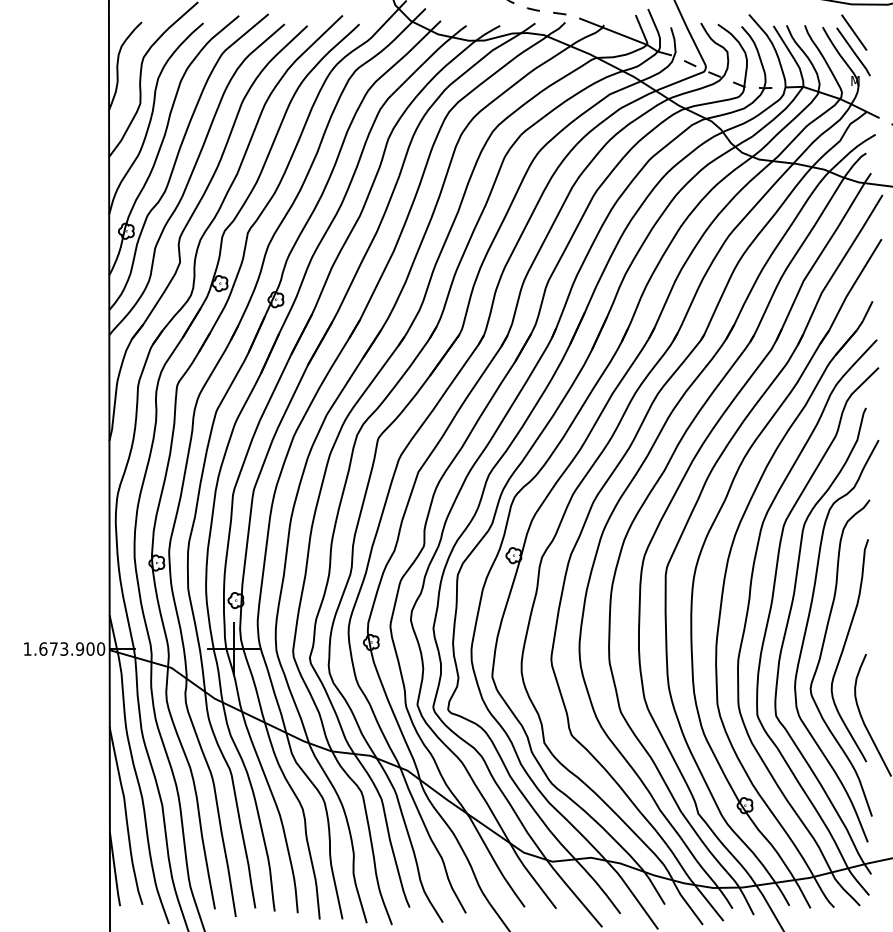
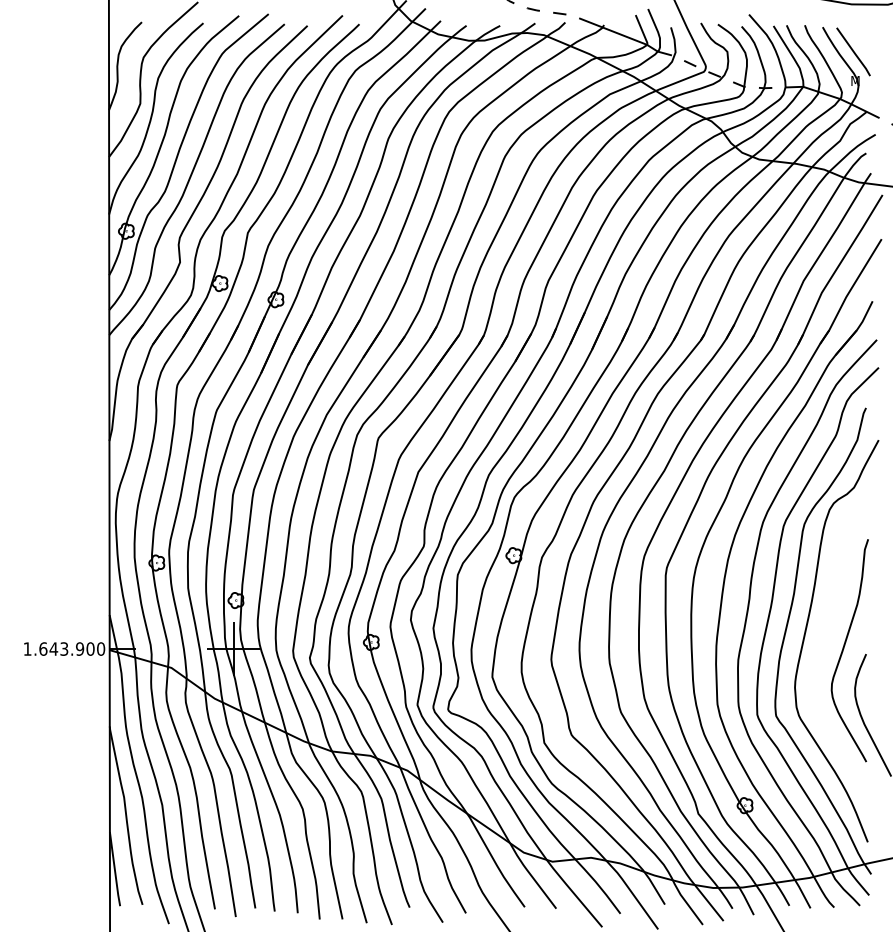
line at (854, 32): present -> none
text at (53, 648): 1.673.900 -> 1.643.900
curve at (822, 652): present -> none
